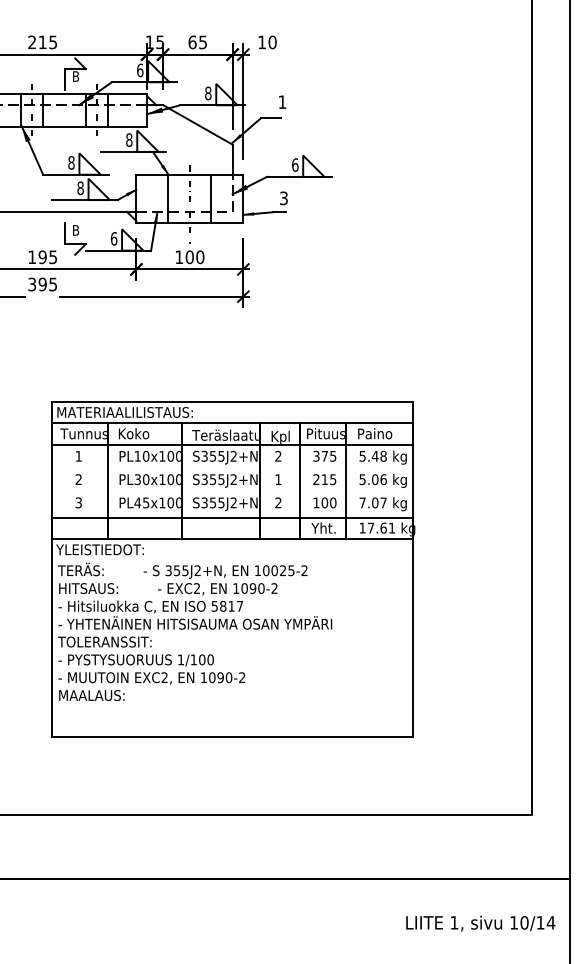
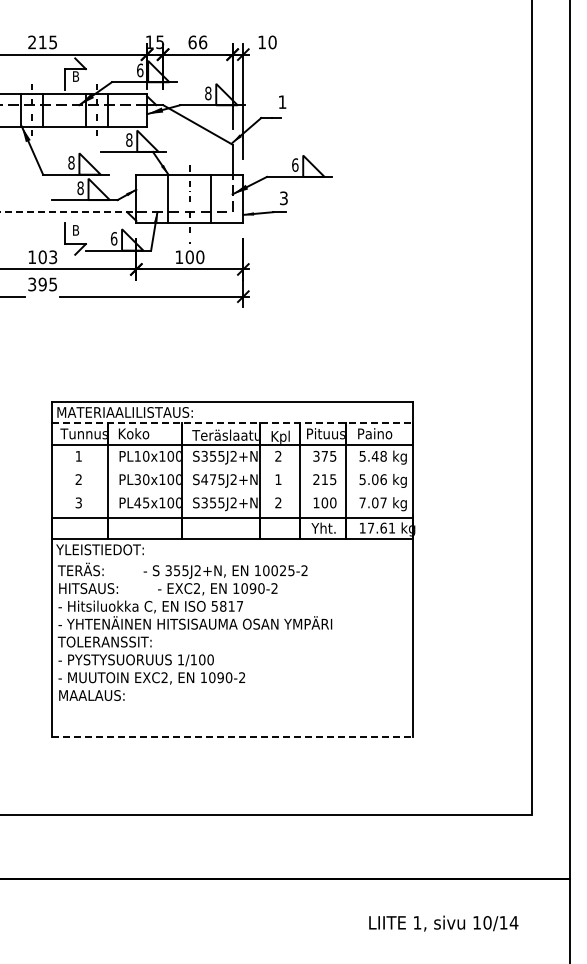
text at (203, 42): 65 -> 66
line at (68, 212): solid -> dashed
text at (47, 257): 195 -> 103
line at (232, 423): solid -> dashed
text at (208, 479): S355J2+N -> S475J2+N
line at (232, 737): solid -> dashed
text at (480, 923) position: (480, 923) -> (443, 923)
